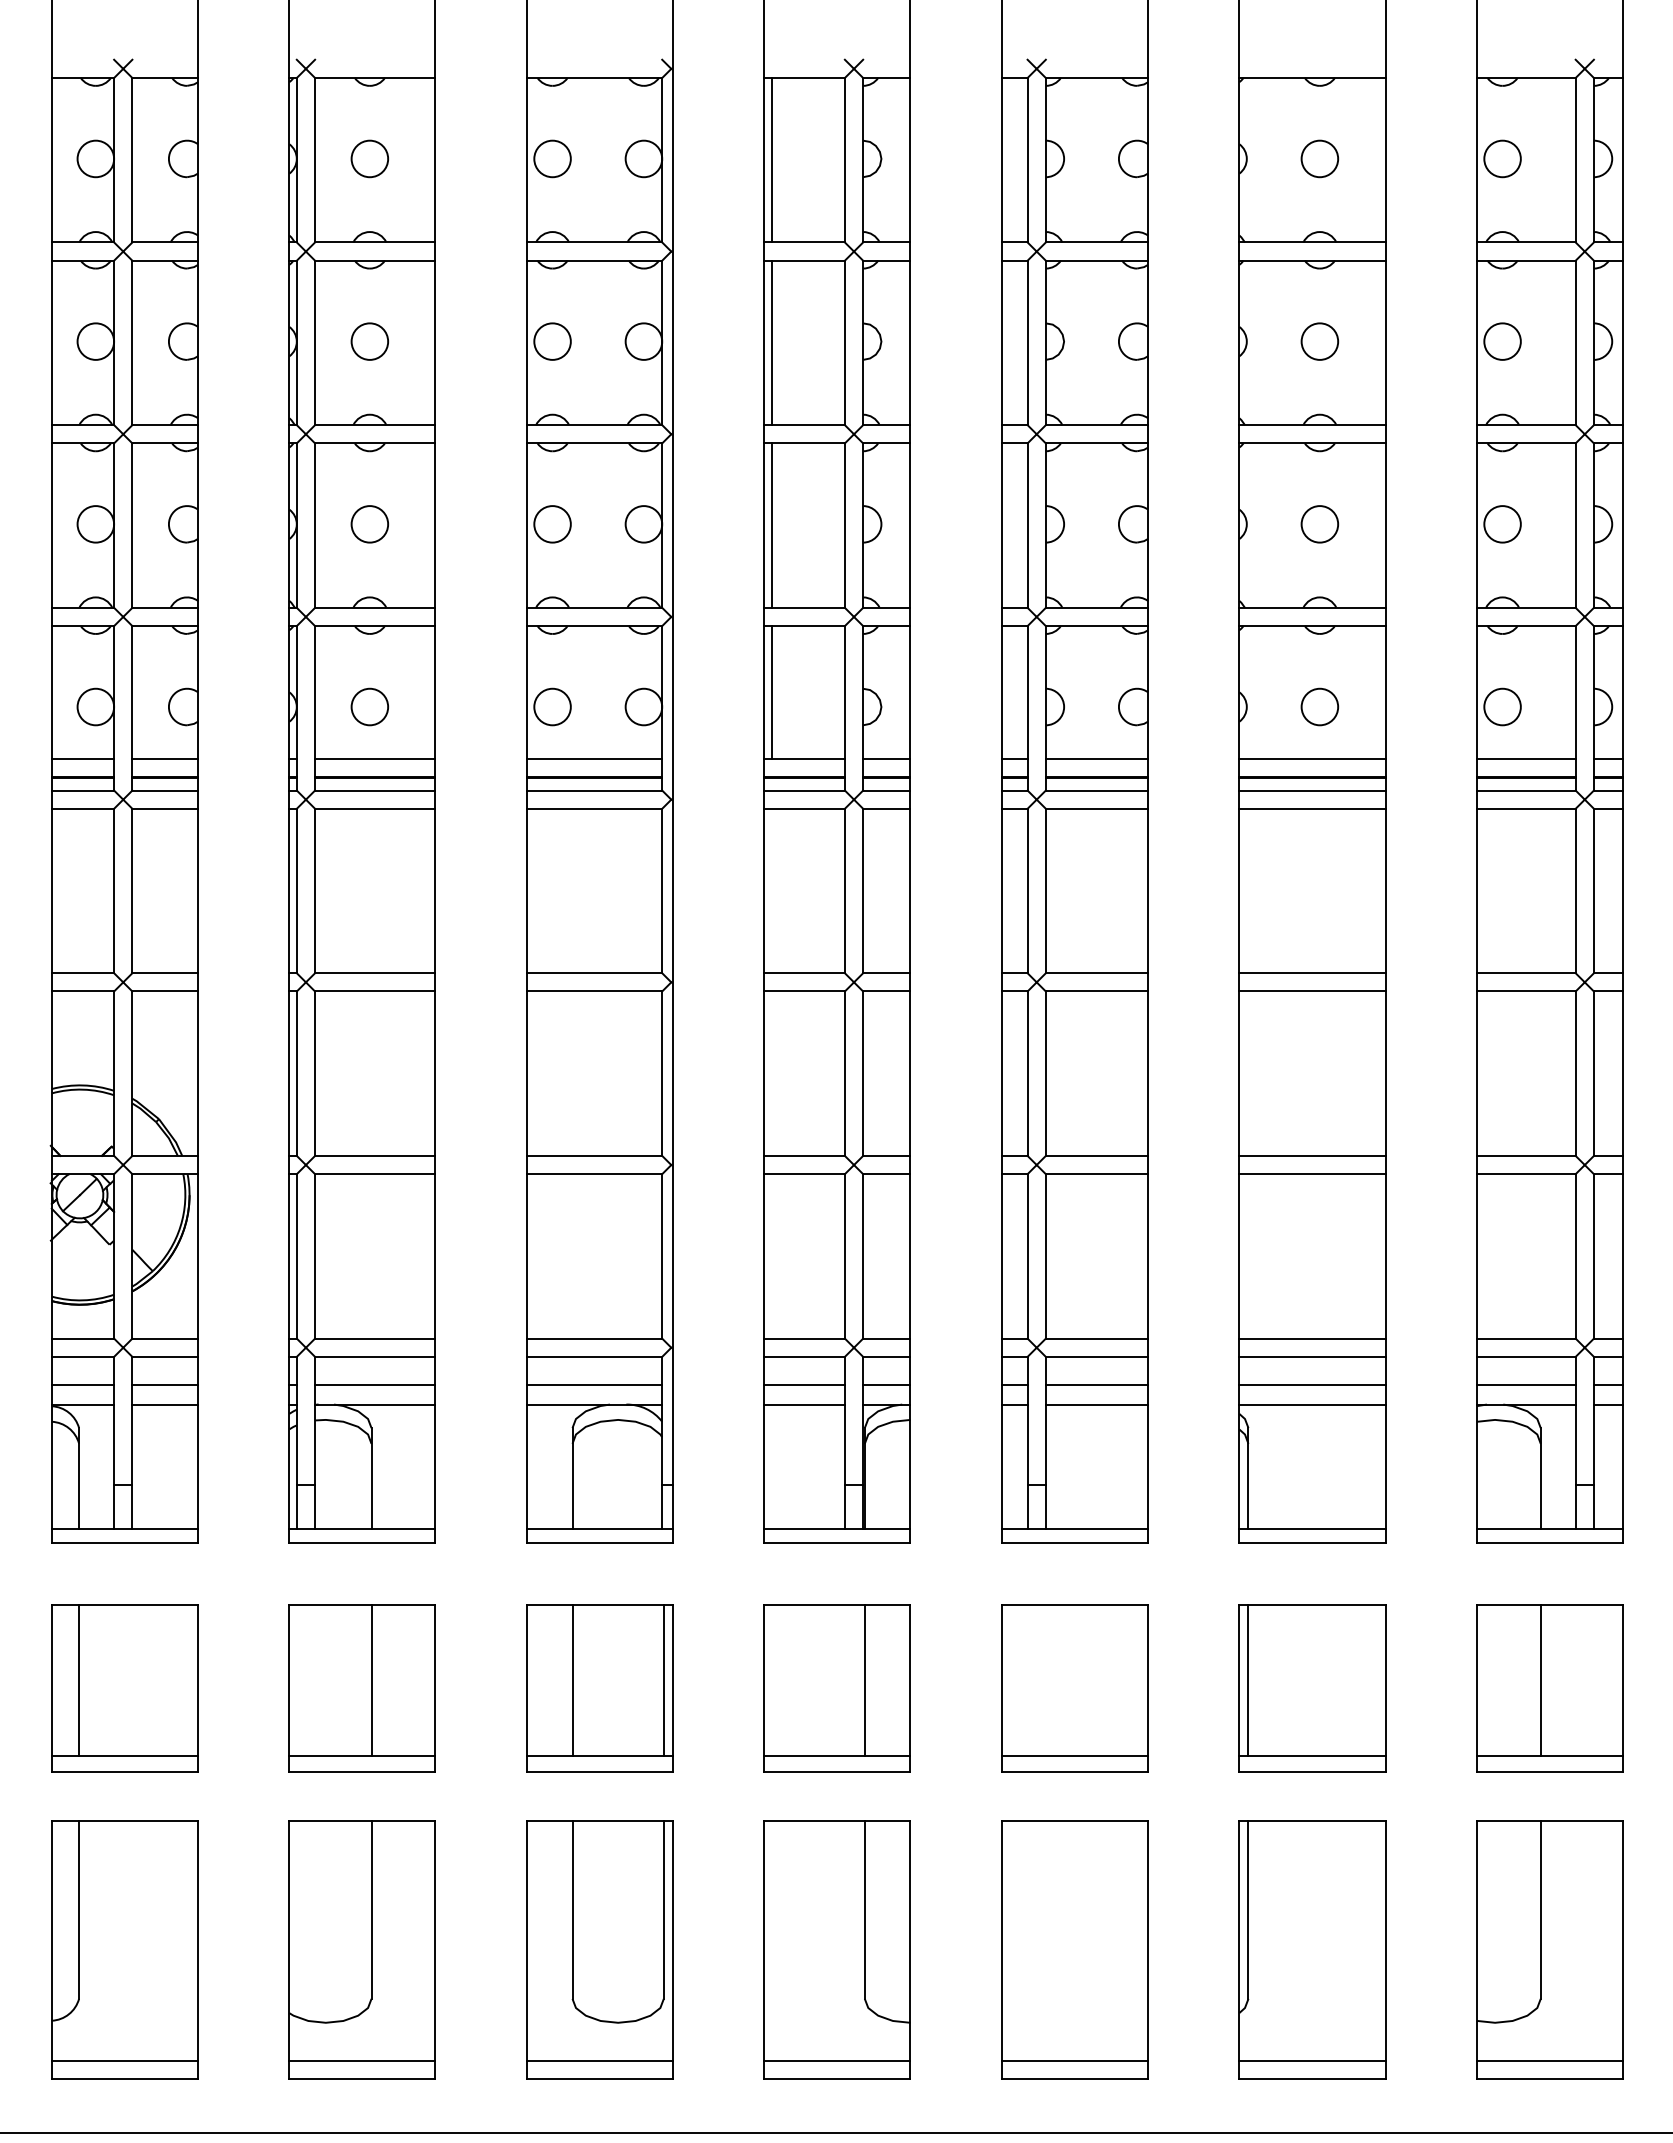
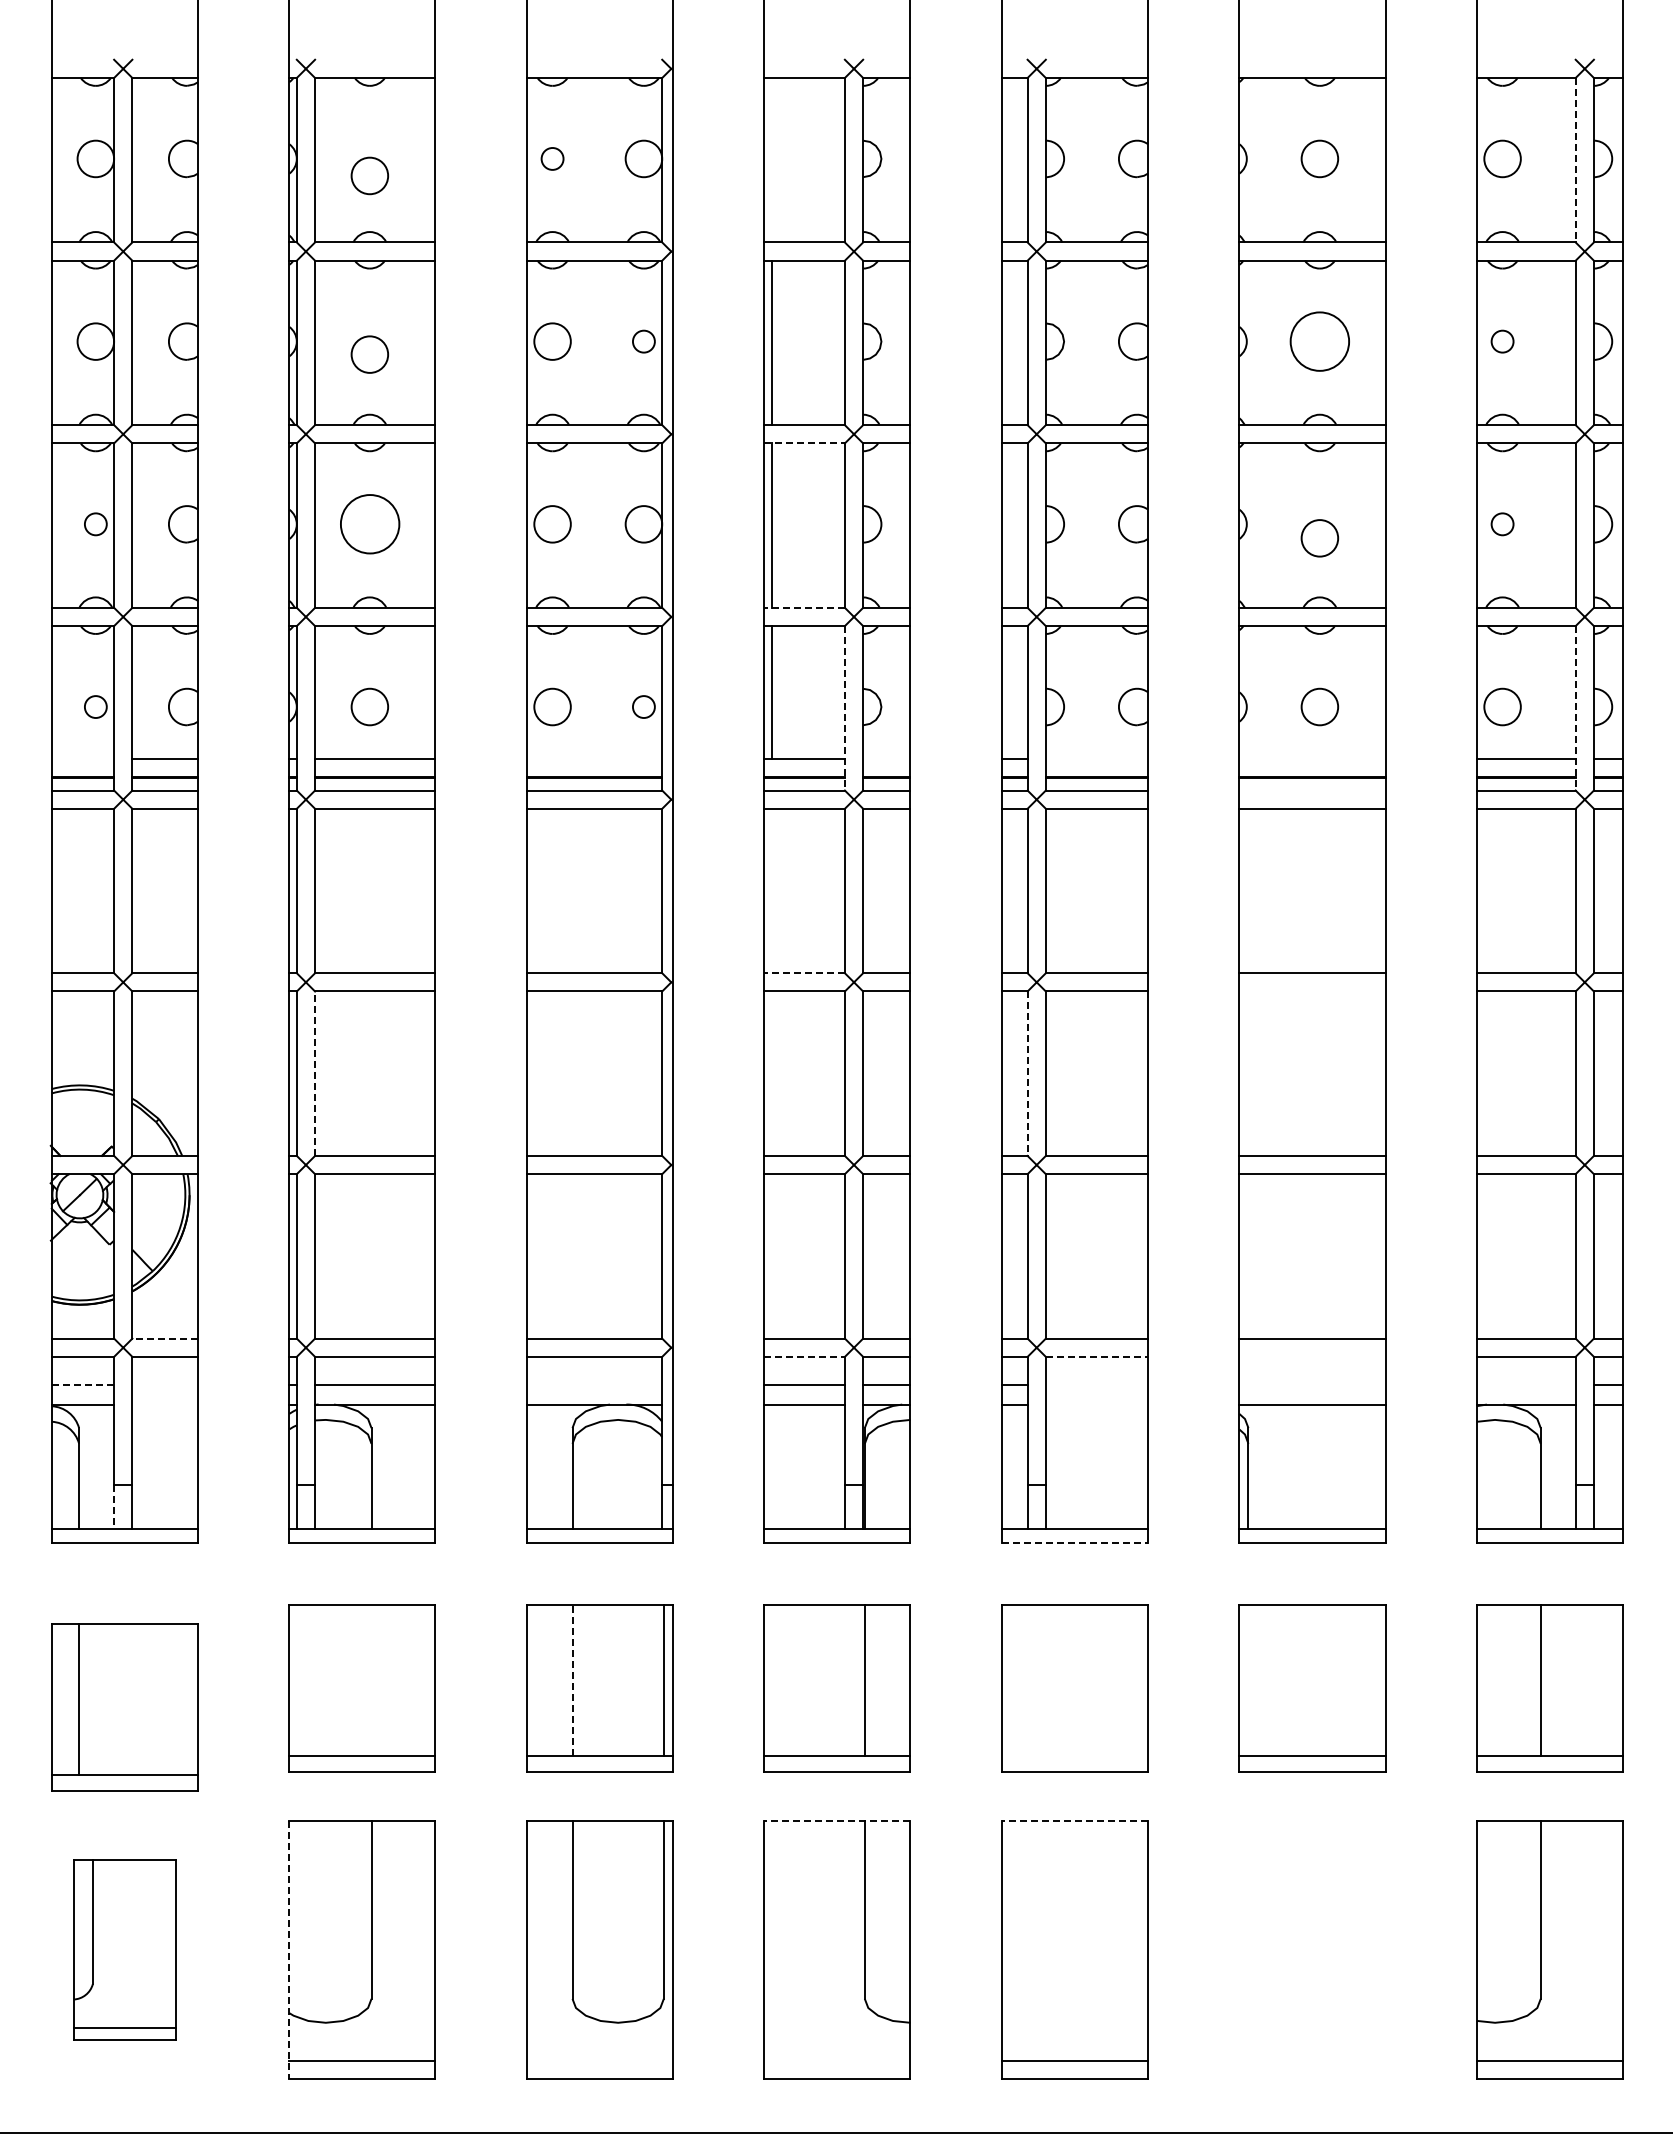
circle at (369, 158) position: (369, 158) -> (369, 175)
circle at (552, 158) diameter: 37 px -> 22 px
line at (771, 160): present -> none
line at (1575, 160): solid -> dashed
circle at (369, 341) position: (369, 341) -> (369, 354)
circle at (643, 341) diameter: 37 px -> 22 px
circle at (1319, 341) diameter: 37 px -> 58 px
circle at (1502, 341) diameter: 37 px -> 22 px
line at (805, 443): solid -> dashed
circle at (95, 524) diameter: 37 px -> 22 px
circle at (369, 524) size: 39x39 px -> 61x61 px
circle at (1319, 524) position: (1319, 524) -> (1319, 538)
circle at (1502, 524) diameter: 37 px -> 22 px
line at (804, 607): solid -> dashed
circle at (95, 706) diameter: 37 px -> 22 px
circle at (643, 706) diameter: 37 px -> 22 px
line at (844, 708): solid -> dashed
line at (1575, 708): solid -> dashed
line at (82, 758): present -> none
line at (594, 758): present -> none
line at (886, 758): present -> none
line at (1096, 758): present -> none
line at (1312, 758): present -> none
line at (1312, 790): present -> none
line at (804, 973): solid -> dashed
line at (1312, 991): present -> none
line at (315, 1073): solid -> dashed
line at (1027, 1074): solid -> dashed
line at (165, 1338): solid -> dashed
line at (805, 1356): solid -> dashed
line at (1097, 1356): solid -> dashed
line at (1312, 1356): present -> none
line at (82, 1385): solid -> dashed
line at (164, 1385): present -> none
line at (594, 1385): present -> none
line at (1096, 1385): present -> none
line at (1312, 1385): present -> none
line at (1525, 1385): present -> none
line at (164, 1404): present -> none
line at (1096, 1404): present -> none
line at (114, 1507): solid -> dashed
line at (1075, 1542): solid -> dashed
line at (371, 1680): present -> none
line at (572, 1680): solid -> dashed
line at (1248, 1680): present -> none
part at (124, 1688) position: (124, 1688) -> (124, 1707)
line at (1074, 1756): present -> none
line at (836, 1821): solid -> dashed
line at (1074, 1821): solid -> dashed
part at (124, 1949) size: 148x260 px -> 104x182 px
part at (1312, 1949): present -> none
line at (289, 1950): solid -> dashed
line at (599, 2060): present -> none
line at (837, 2060): present -> none
